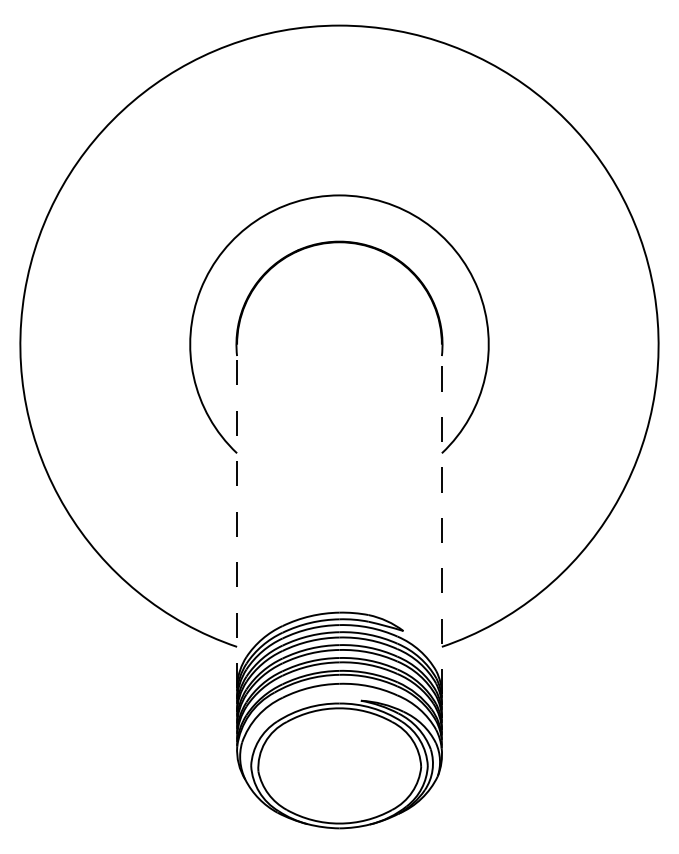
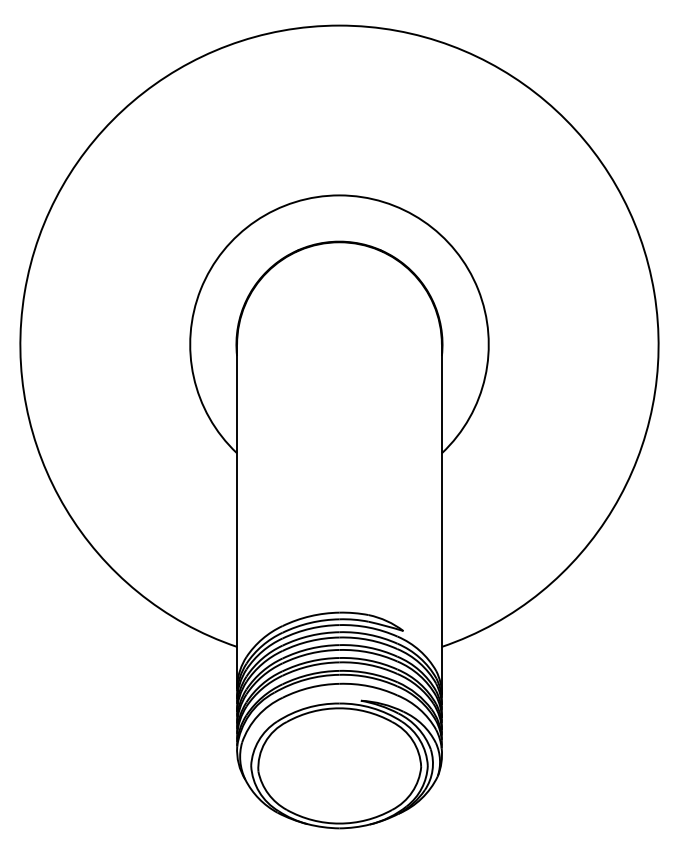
line at (237, 516): dashed -> solid
line at (441, 519): dashed -> solid
